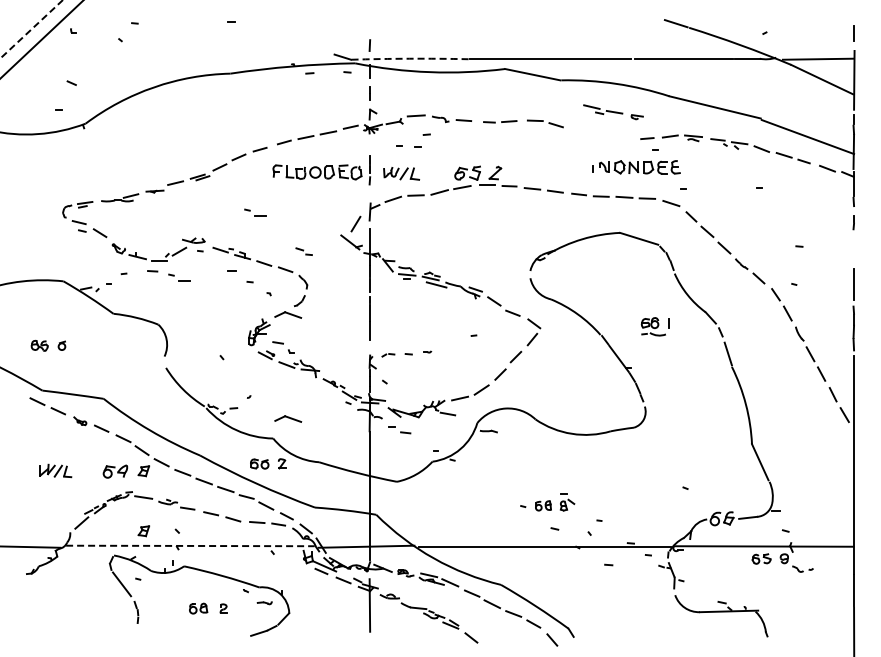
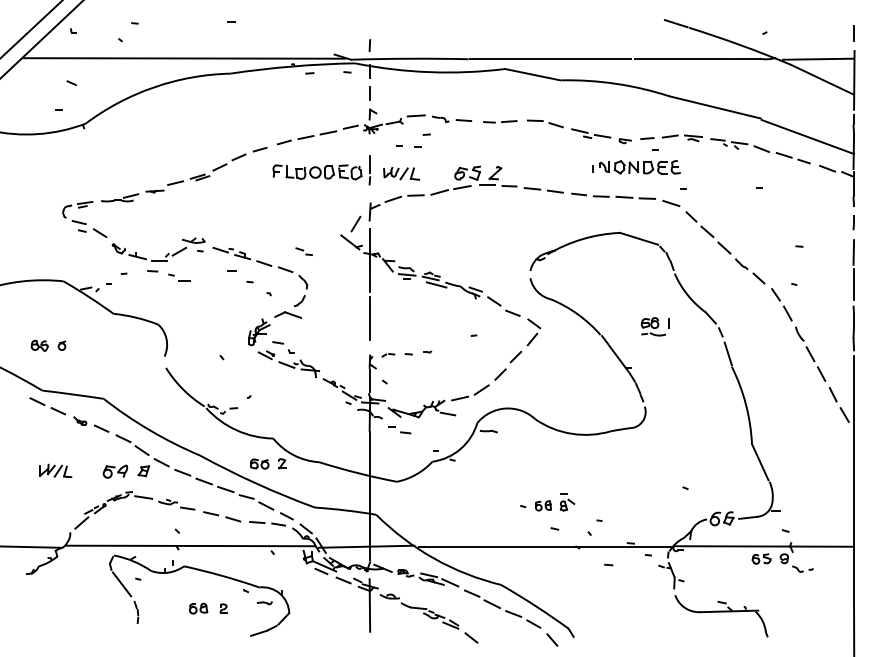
line at (30, 30): dashed -> solid
line at (183, 58): none -> present
arc at (409, 58): dashed -> solid
part at (613, 112) position: (613, 112) -> (601, 136)
part at (255, 212): present -> none
line at (853, 252): none -> present
part at (288, 418): present -> none
part at (143, 531): present -> none
line at (190, 545): dashed -> solid
